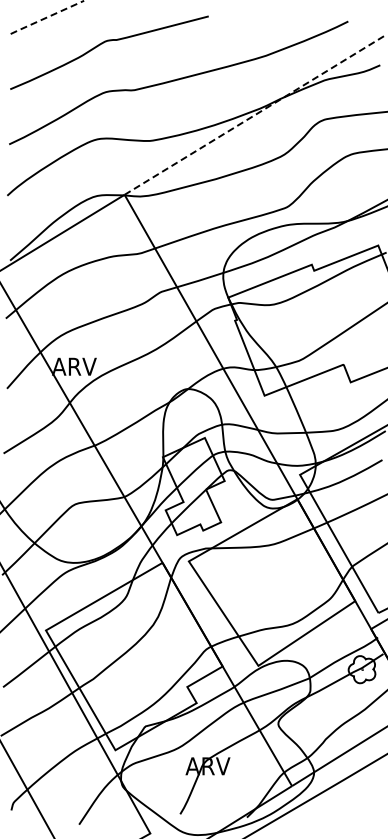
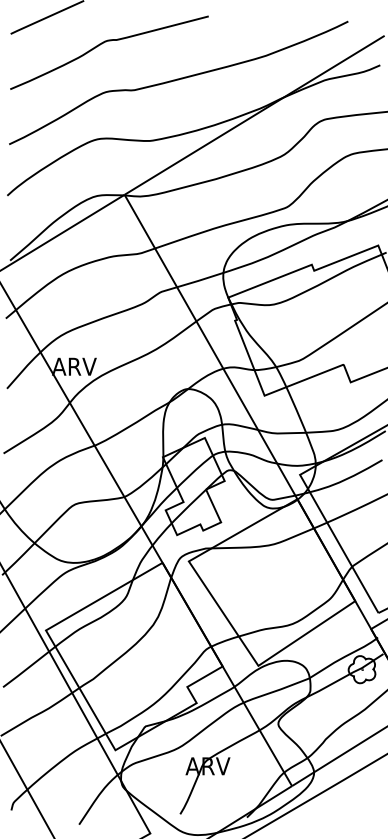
line at (47, 17): dashed -> solid
line at (255, 115): dashed -> solid
